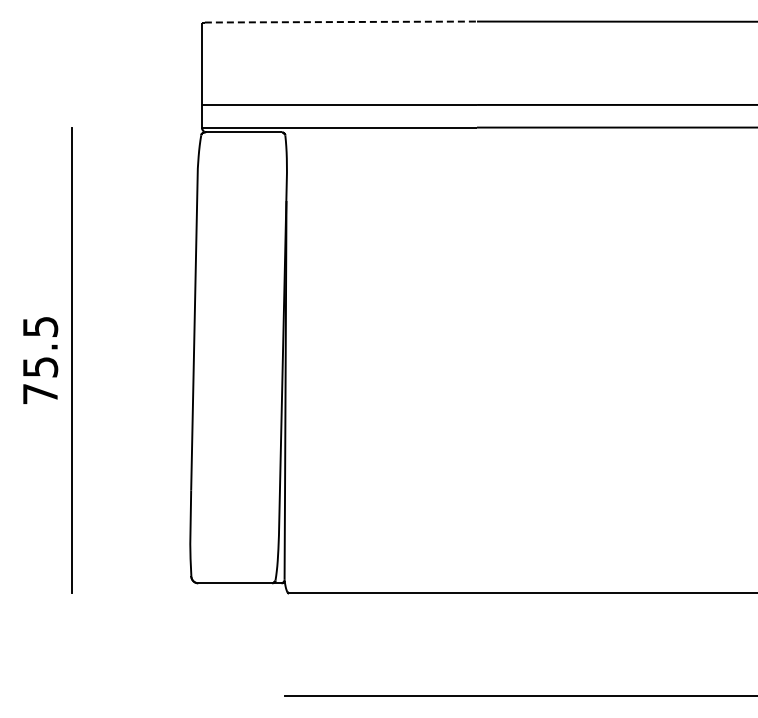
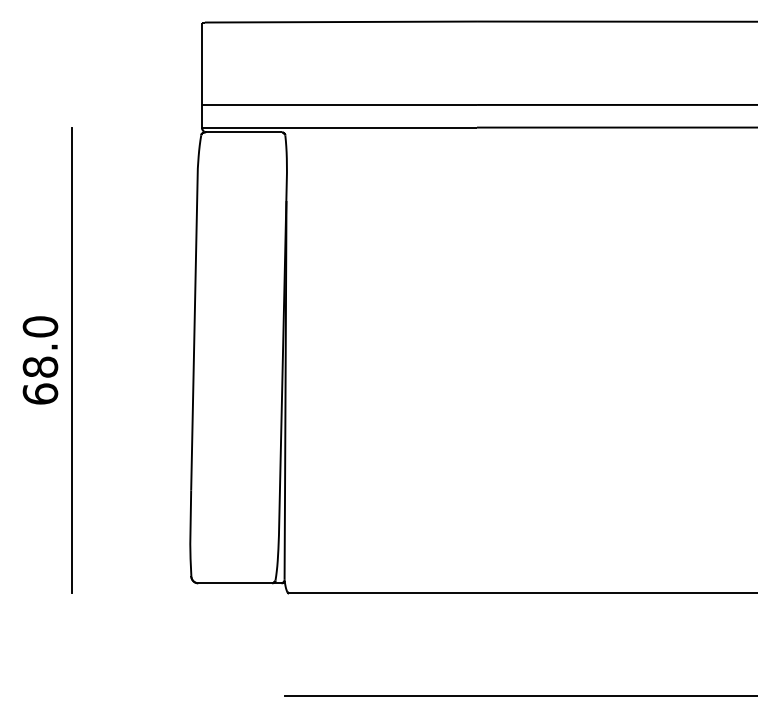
line at (341, 22): dashed -> solid
text at (40, 360): 75.5 -> 68.0
